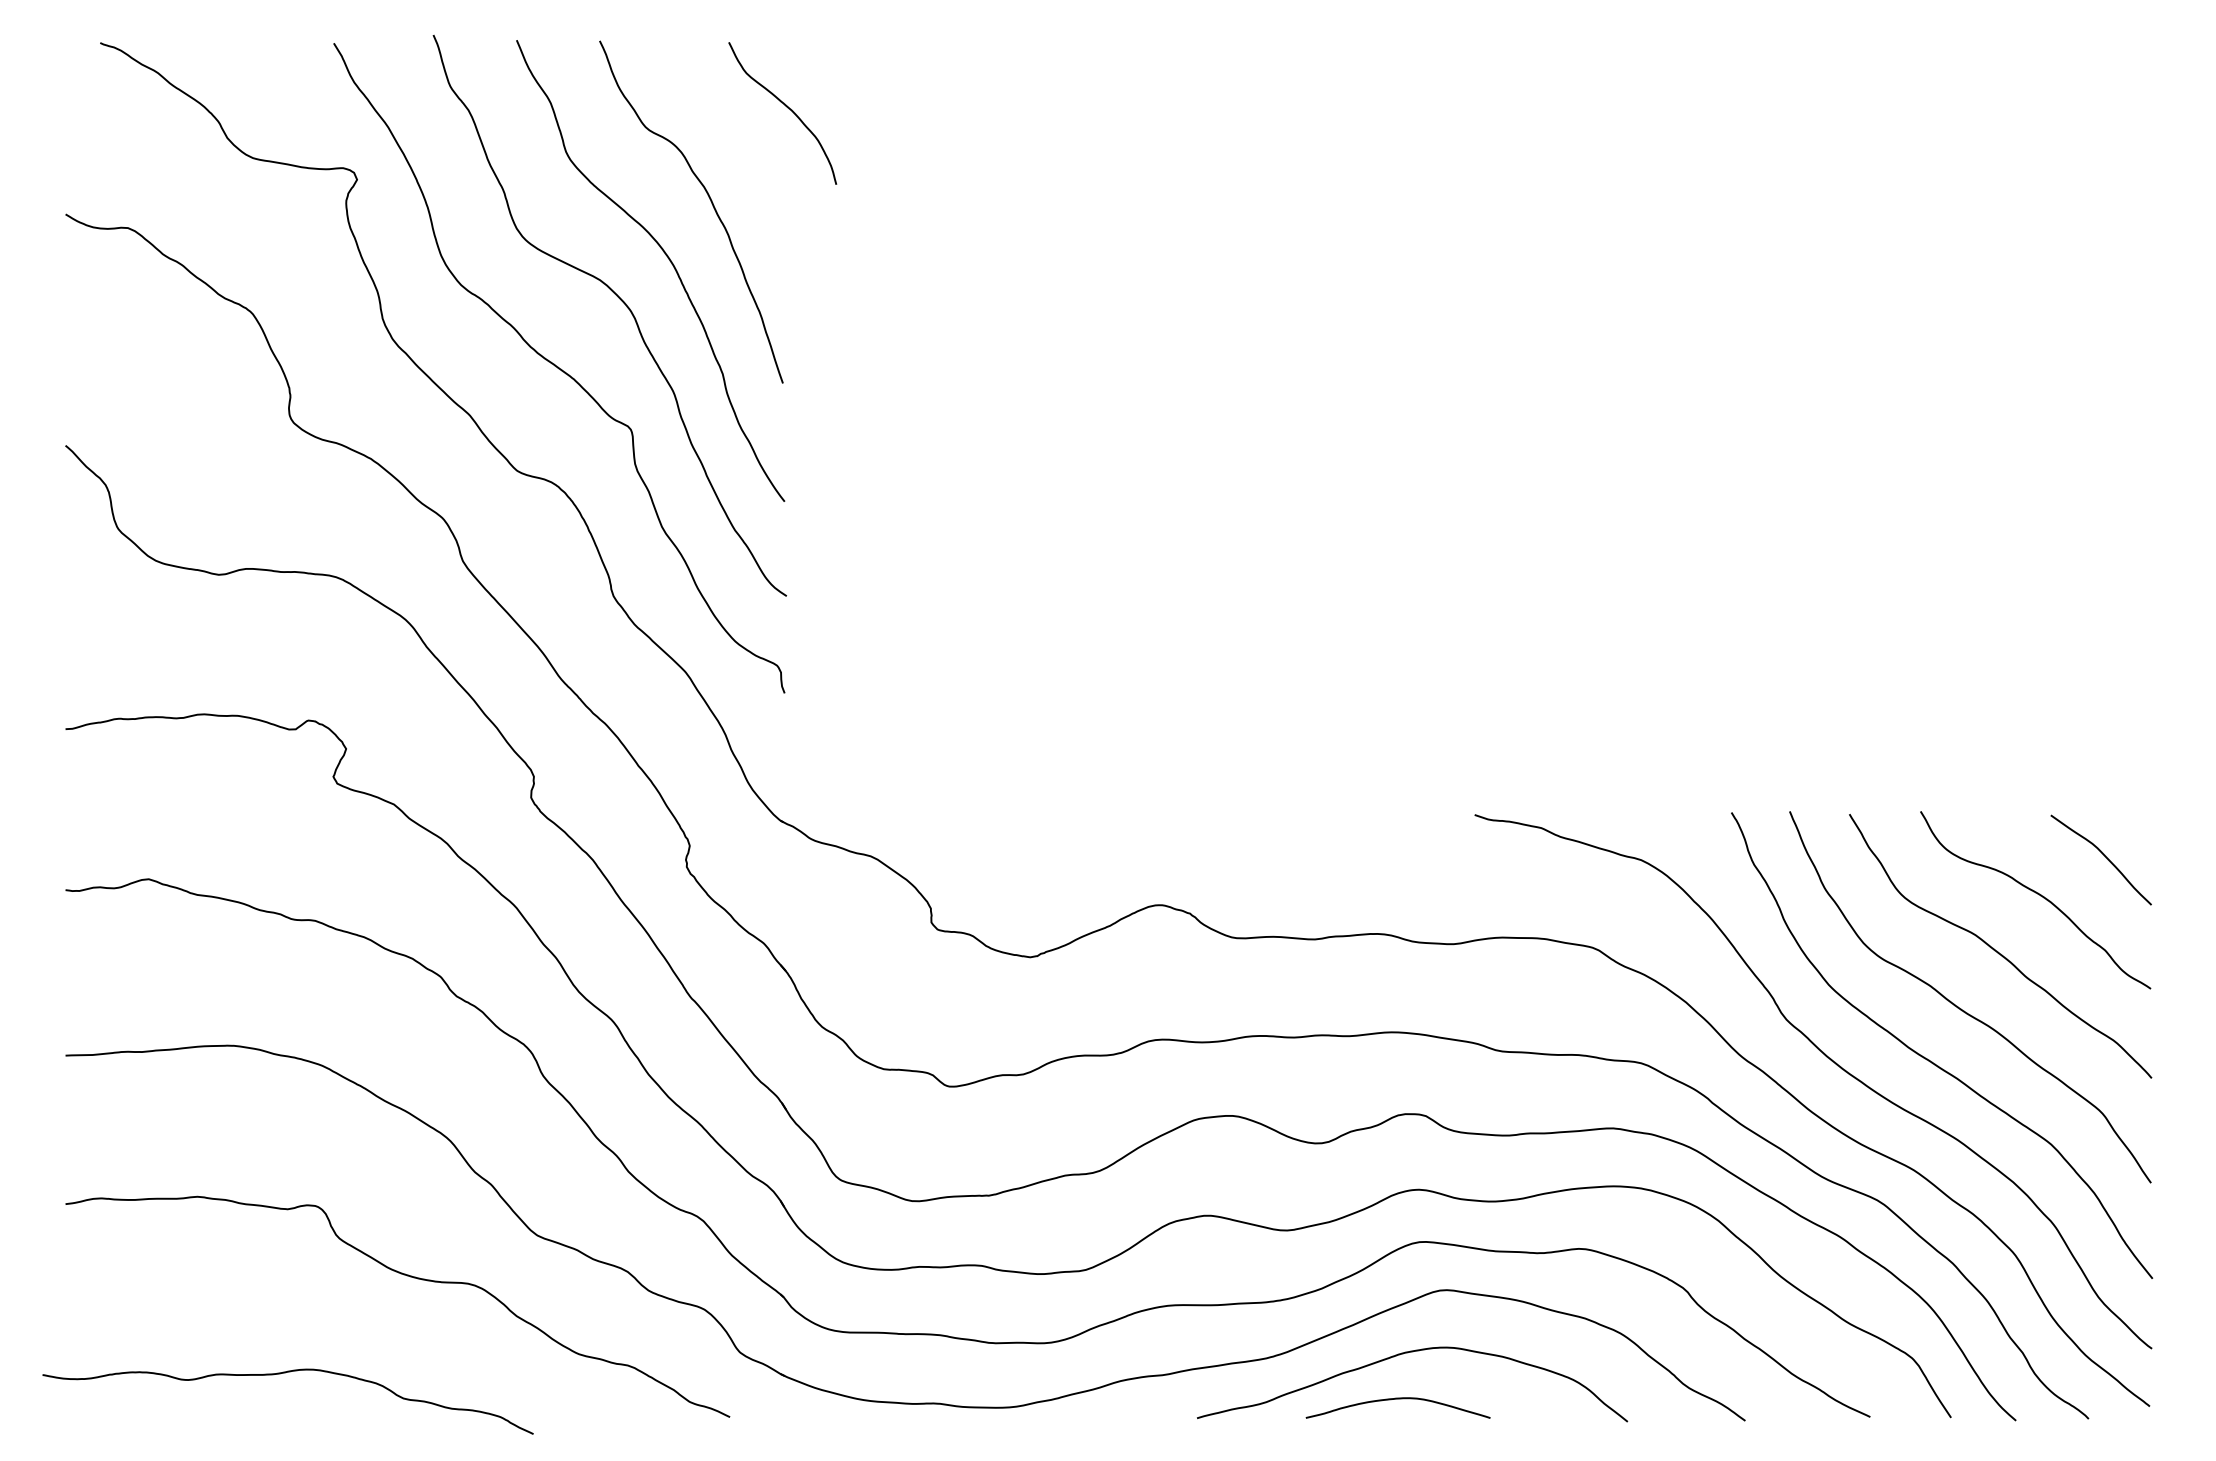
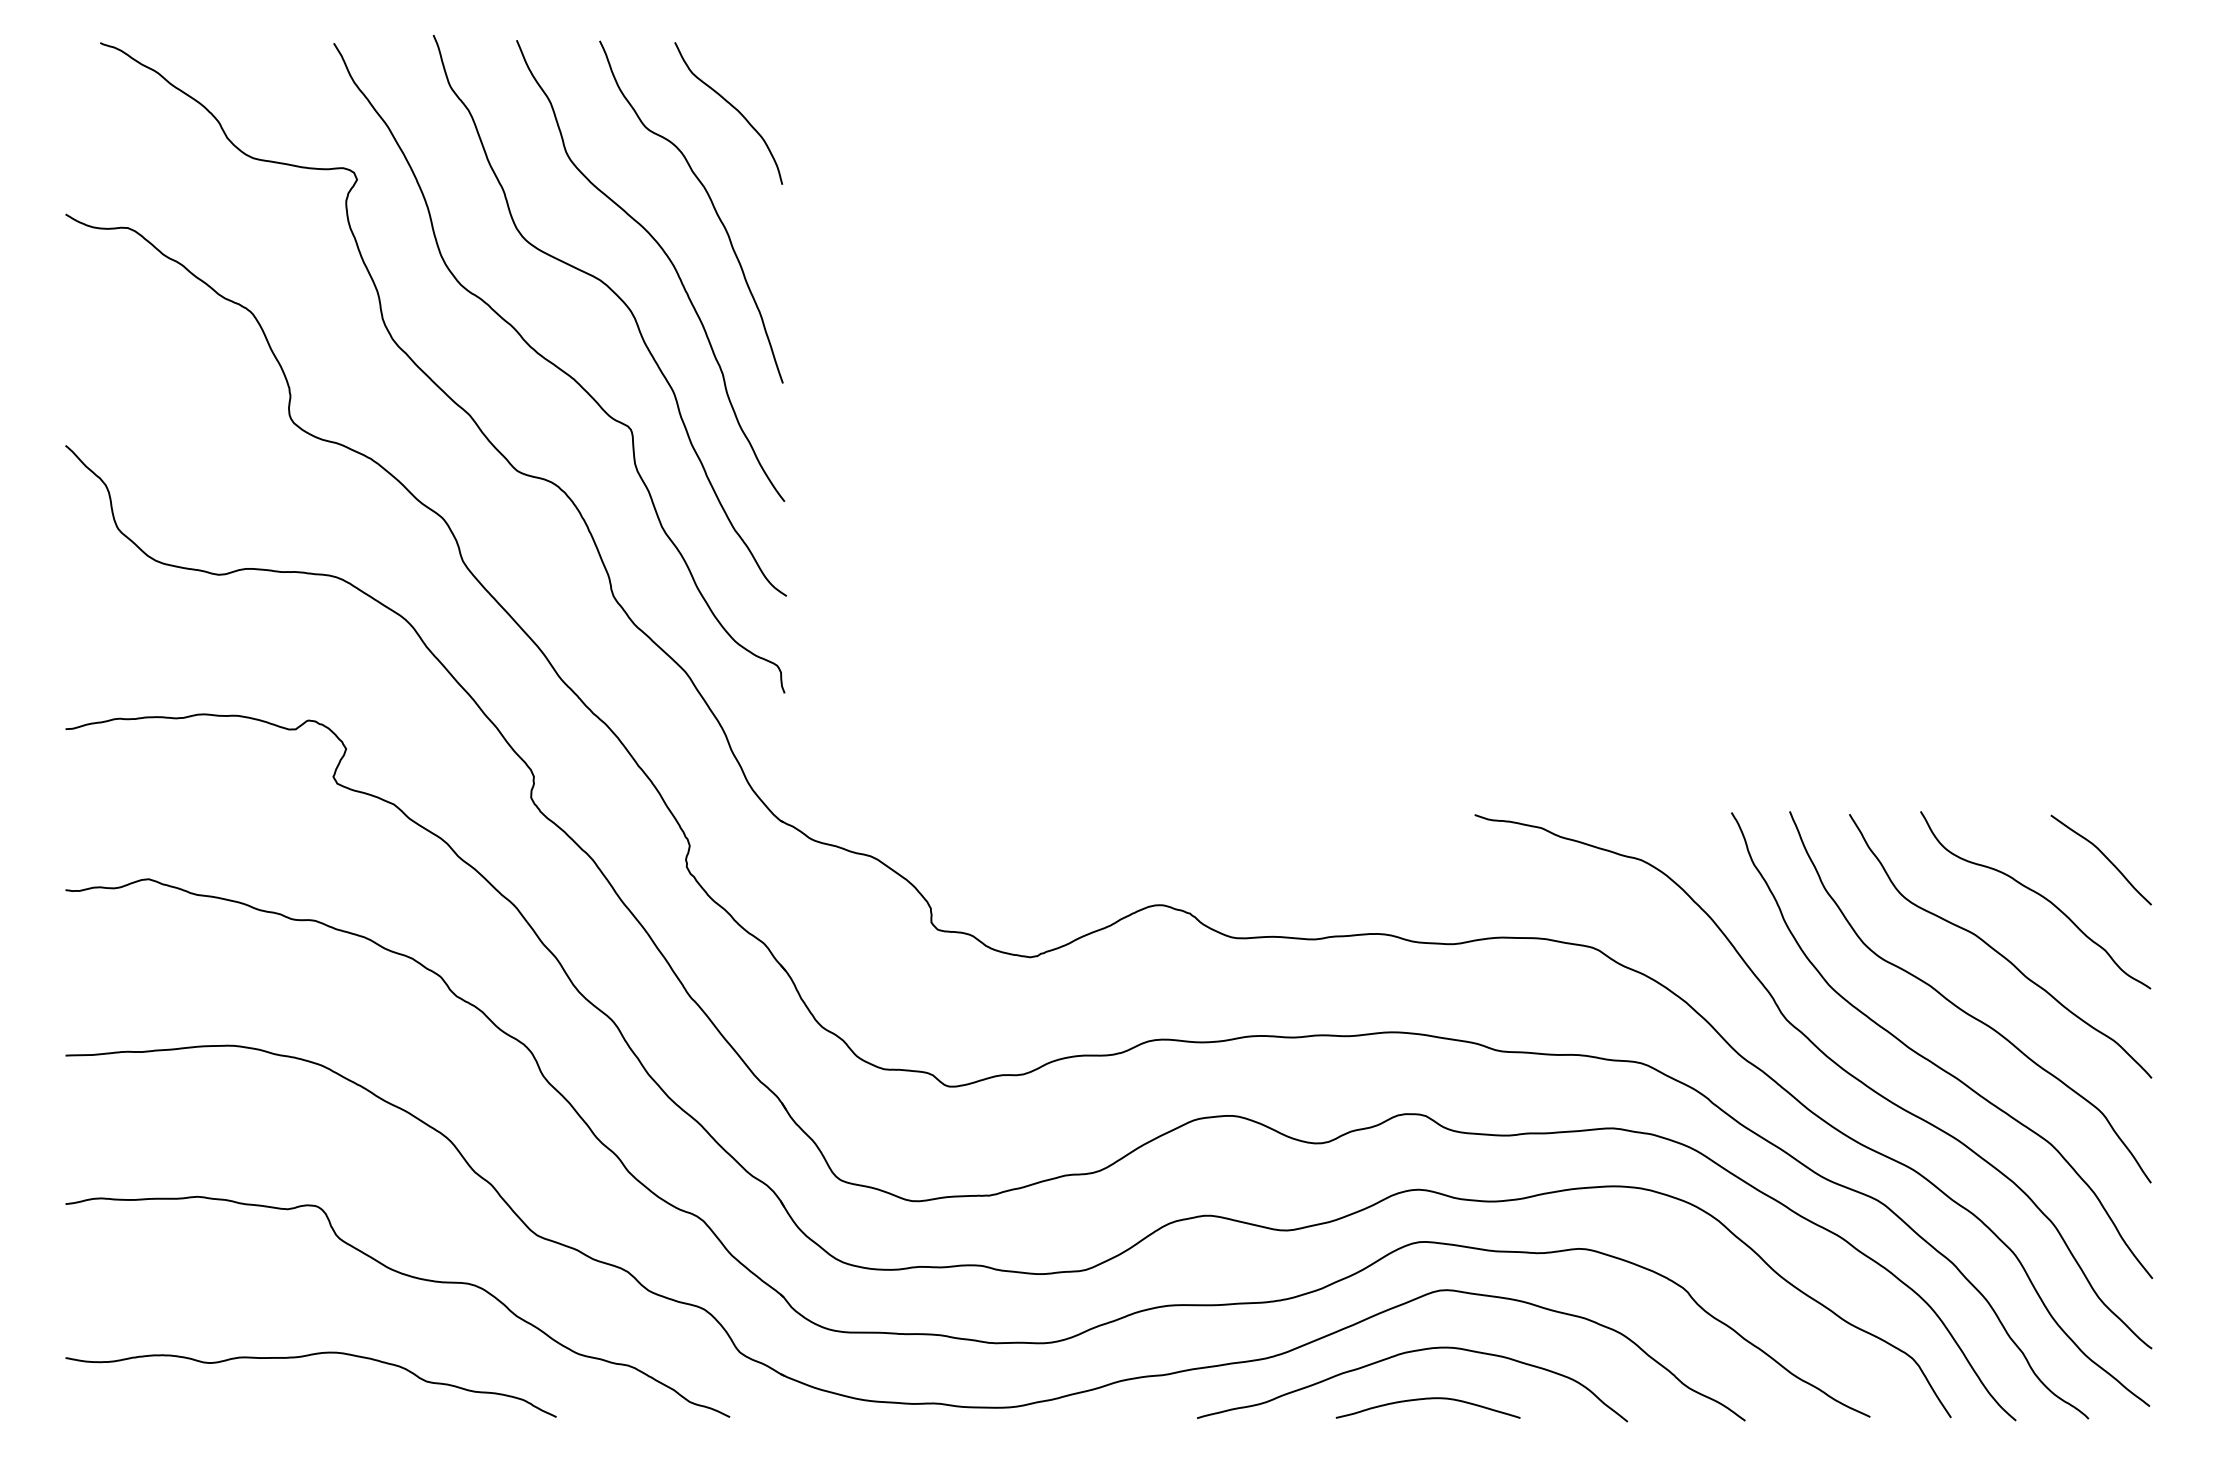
curve at (787, 108) position: (787, 108) -> (733, 108)
curve at (280, 1374) position: (280, 1374) -> (303, 1357)
curve at (1397, 1399) position: (1397, 1399) -> (1427, 1399)
